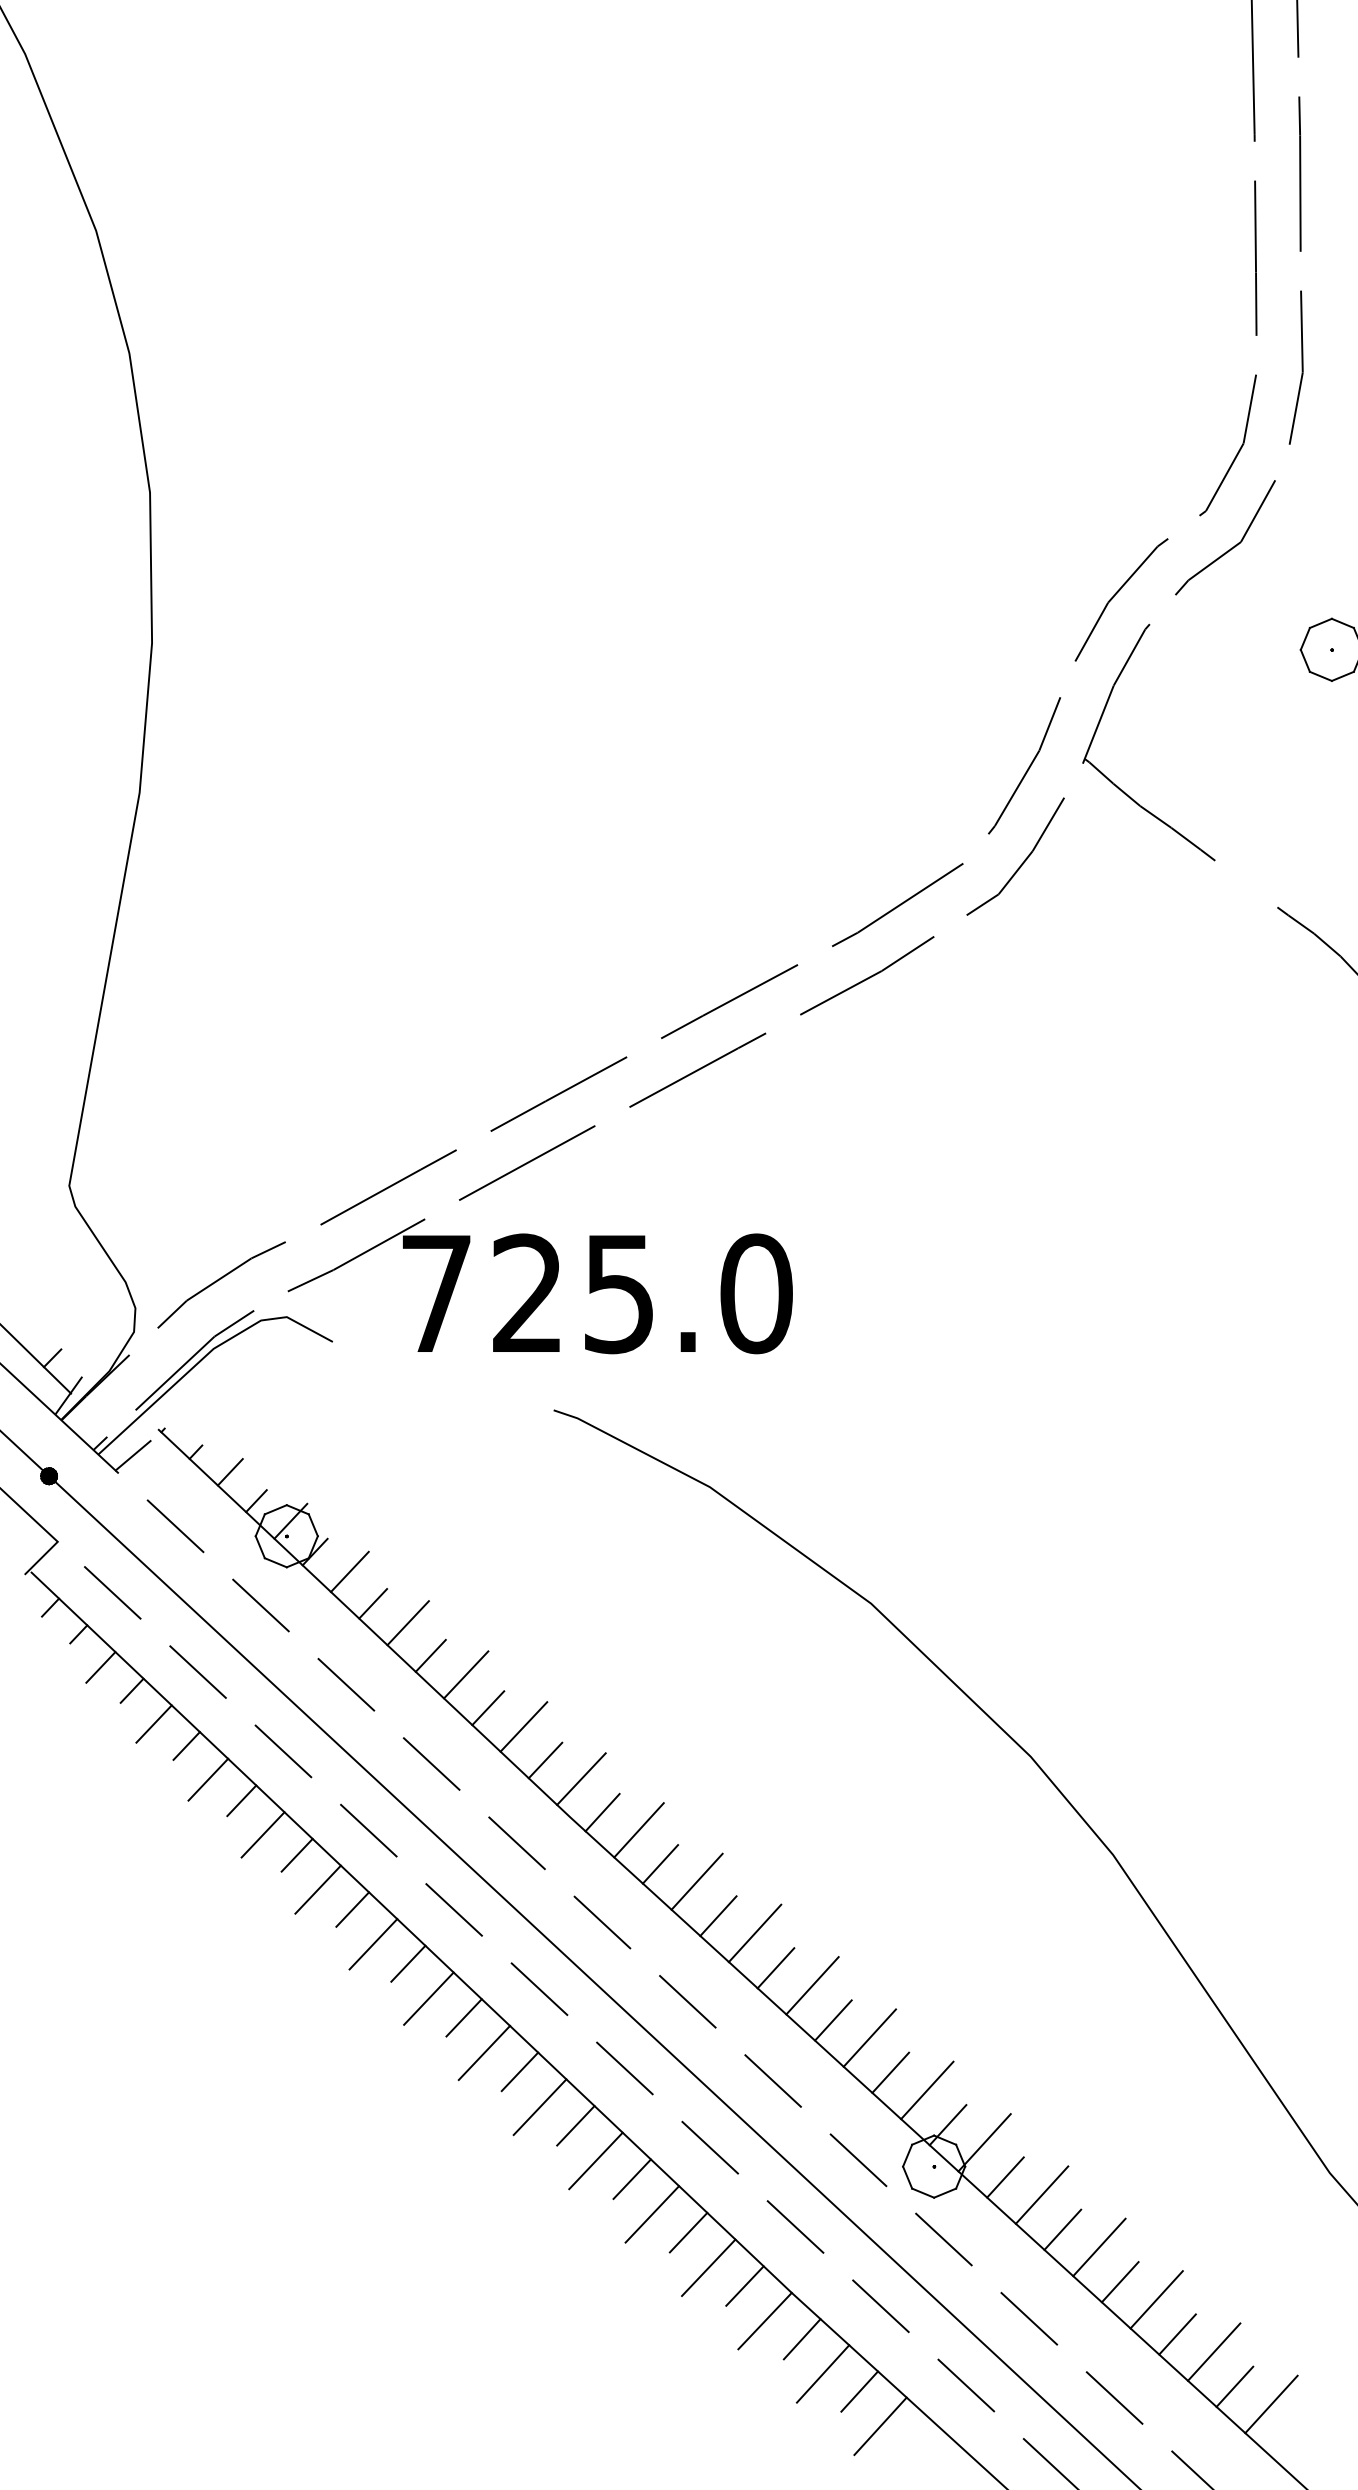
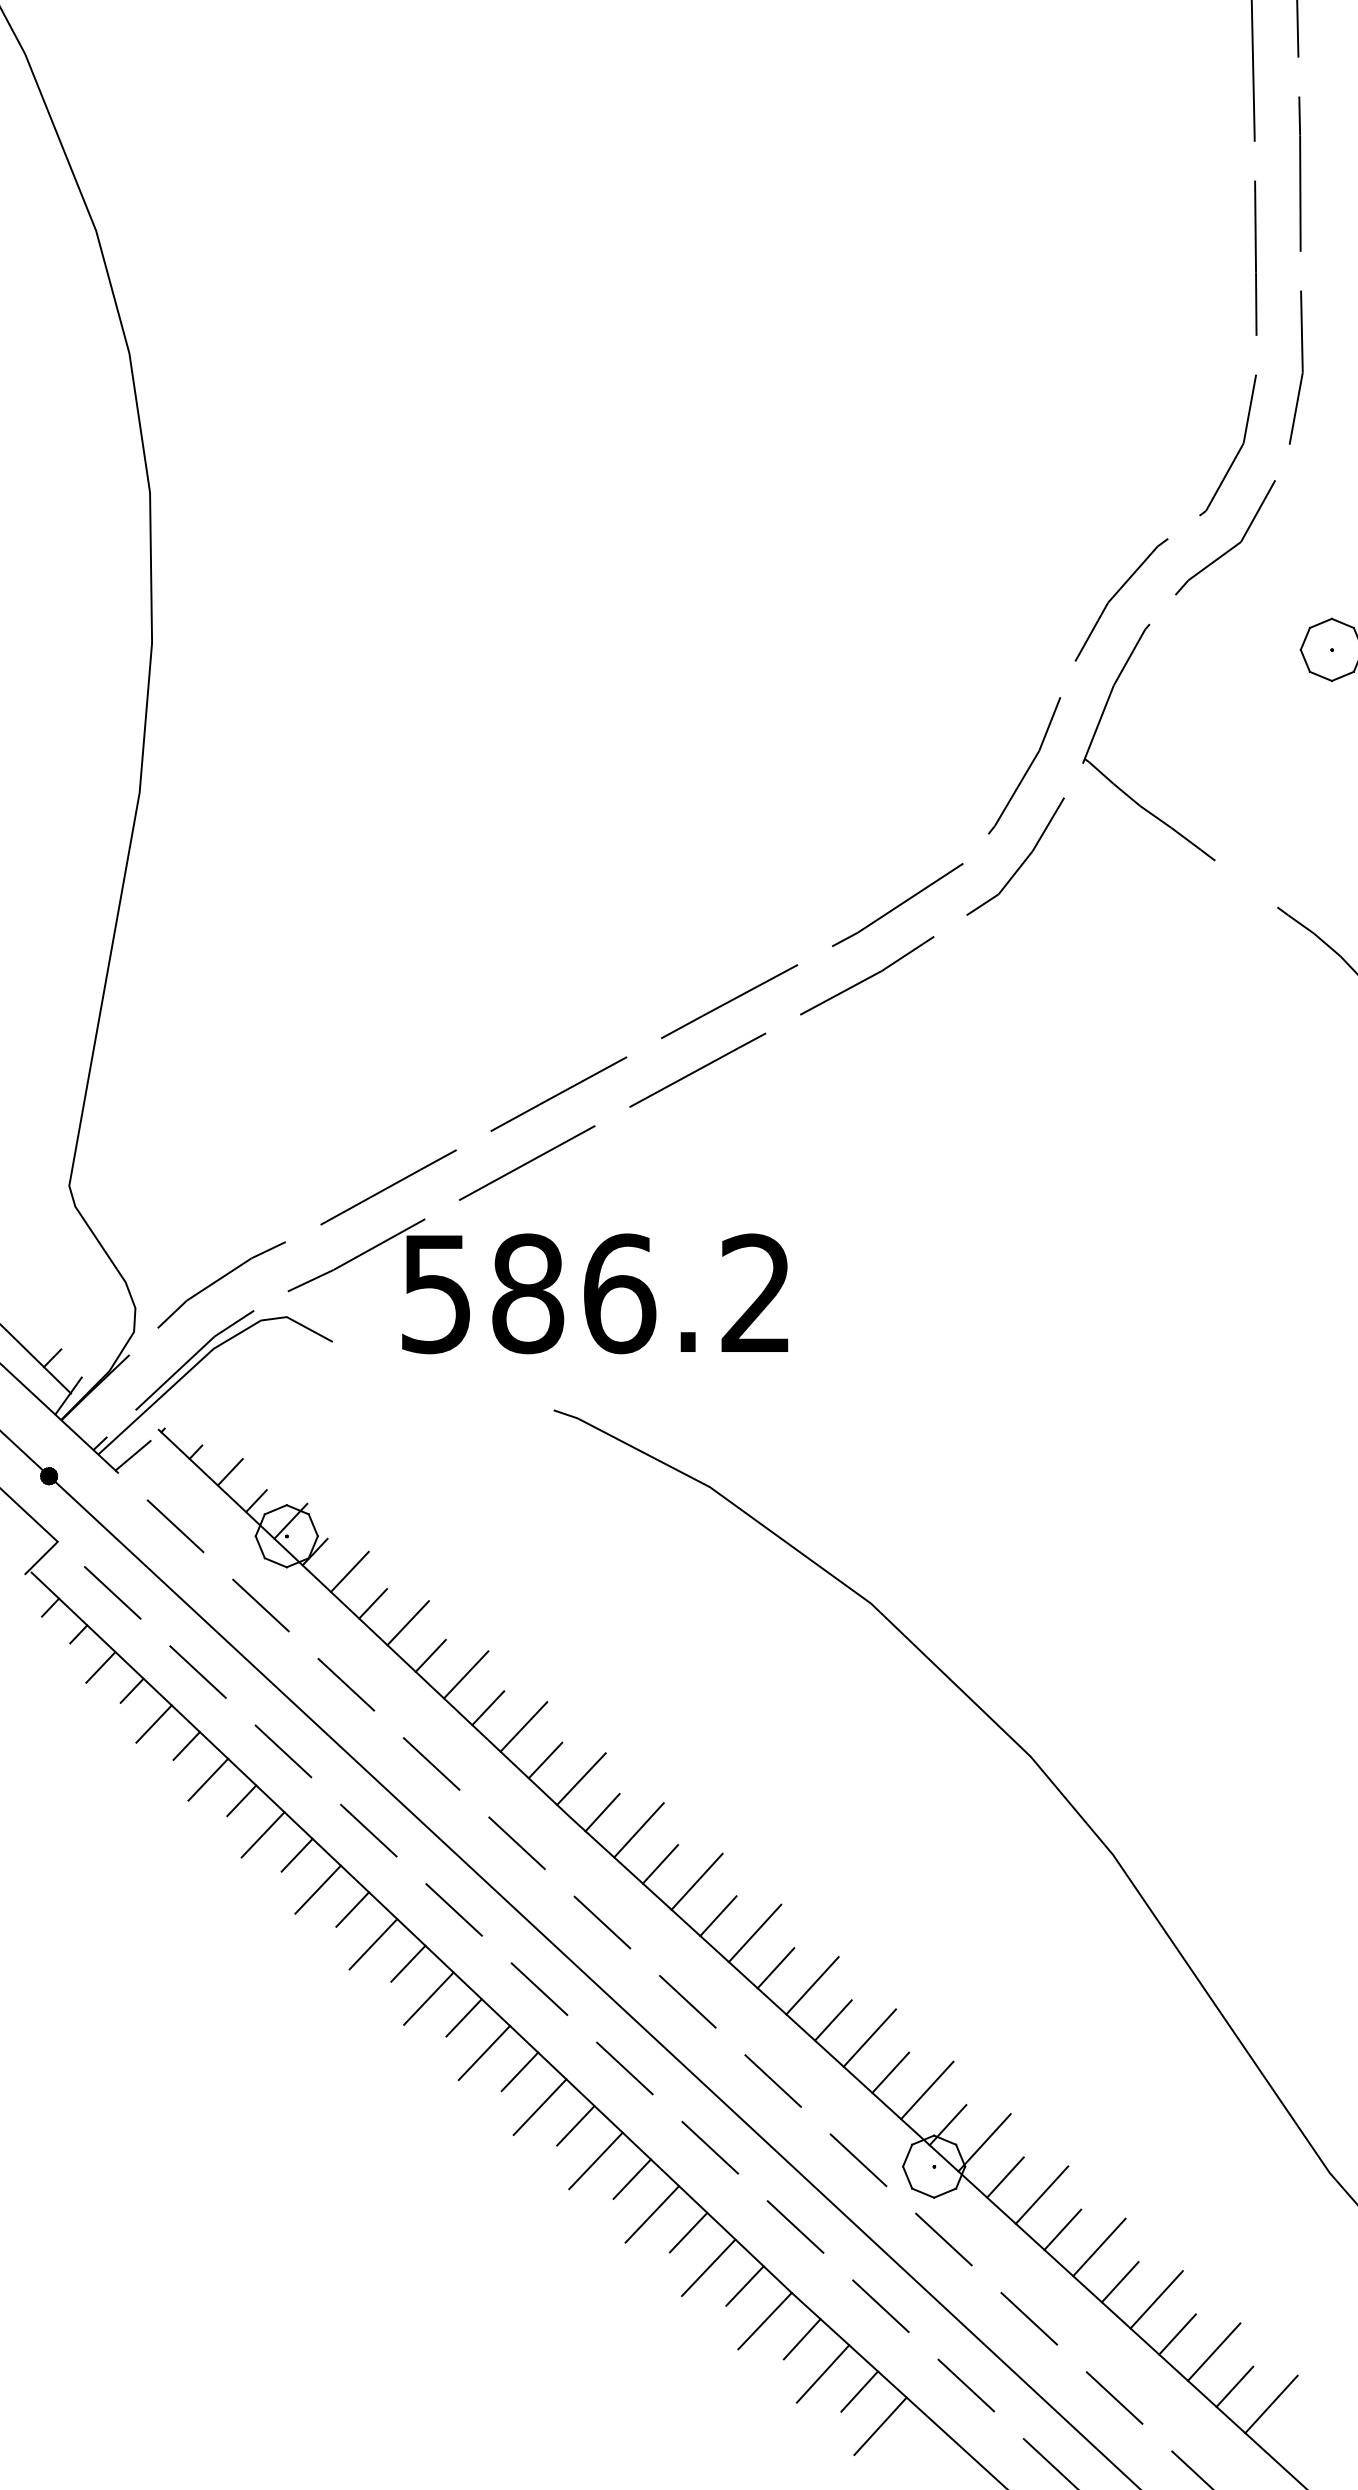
text at (597, 1293): 725.0 -> 586.2
